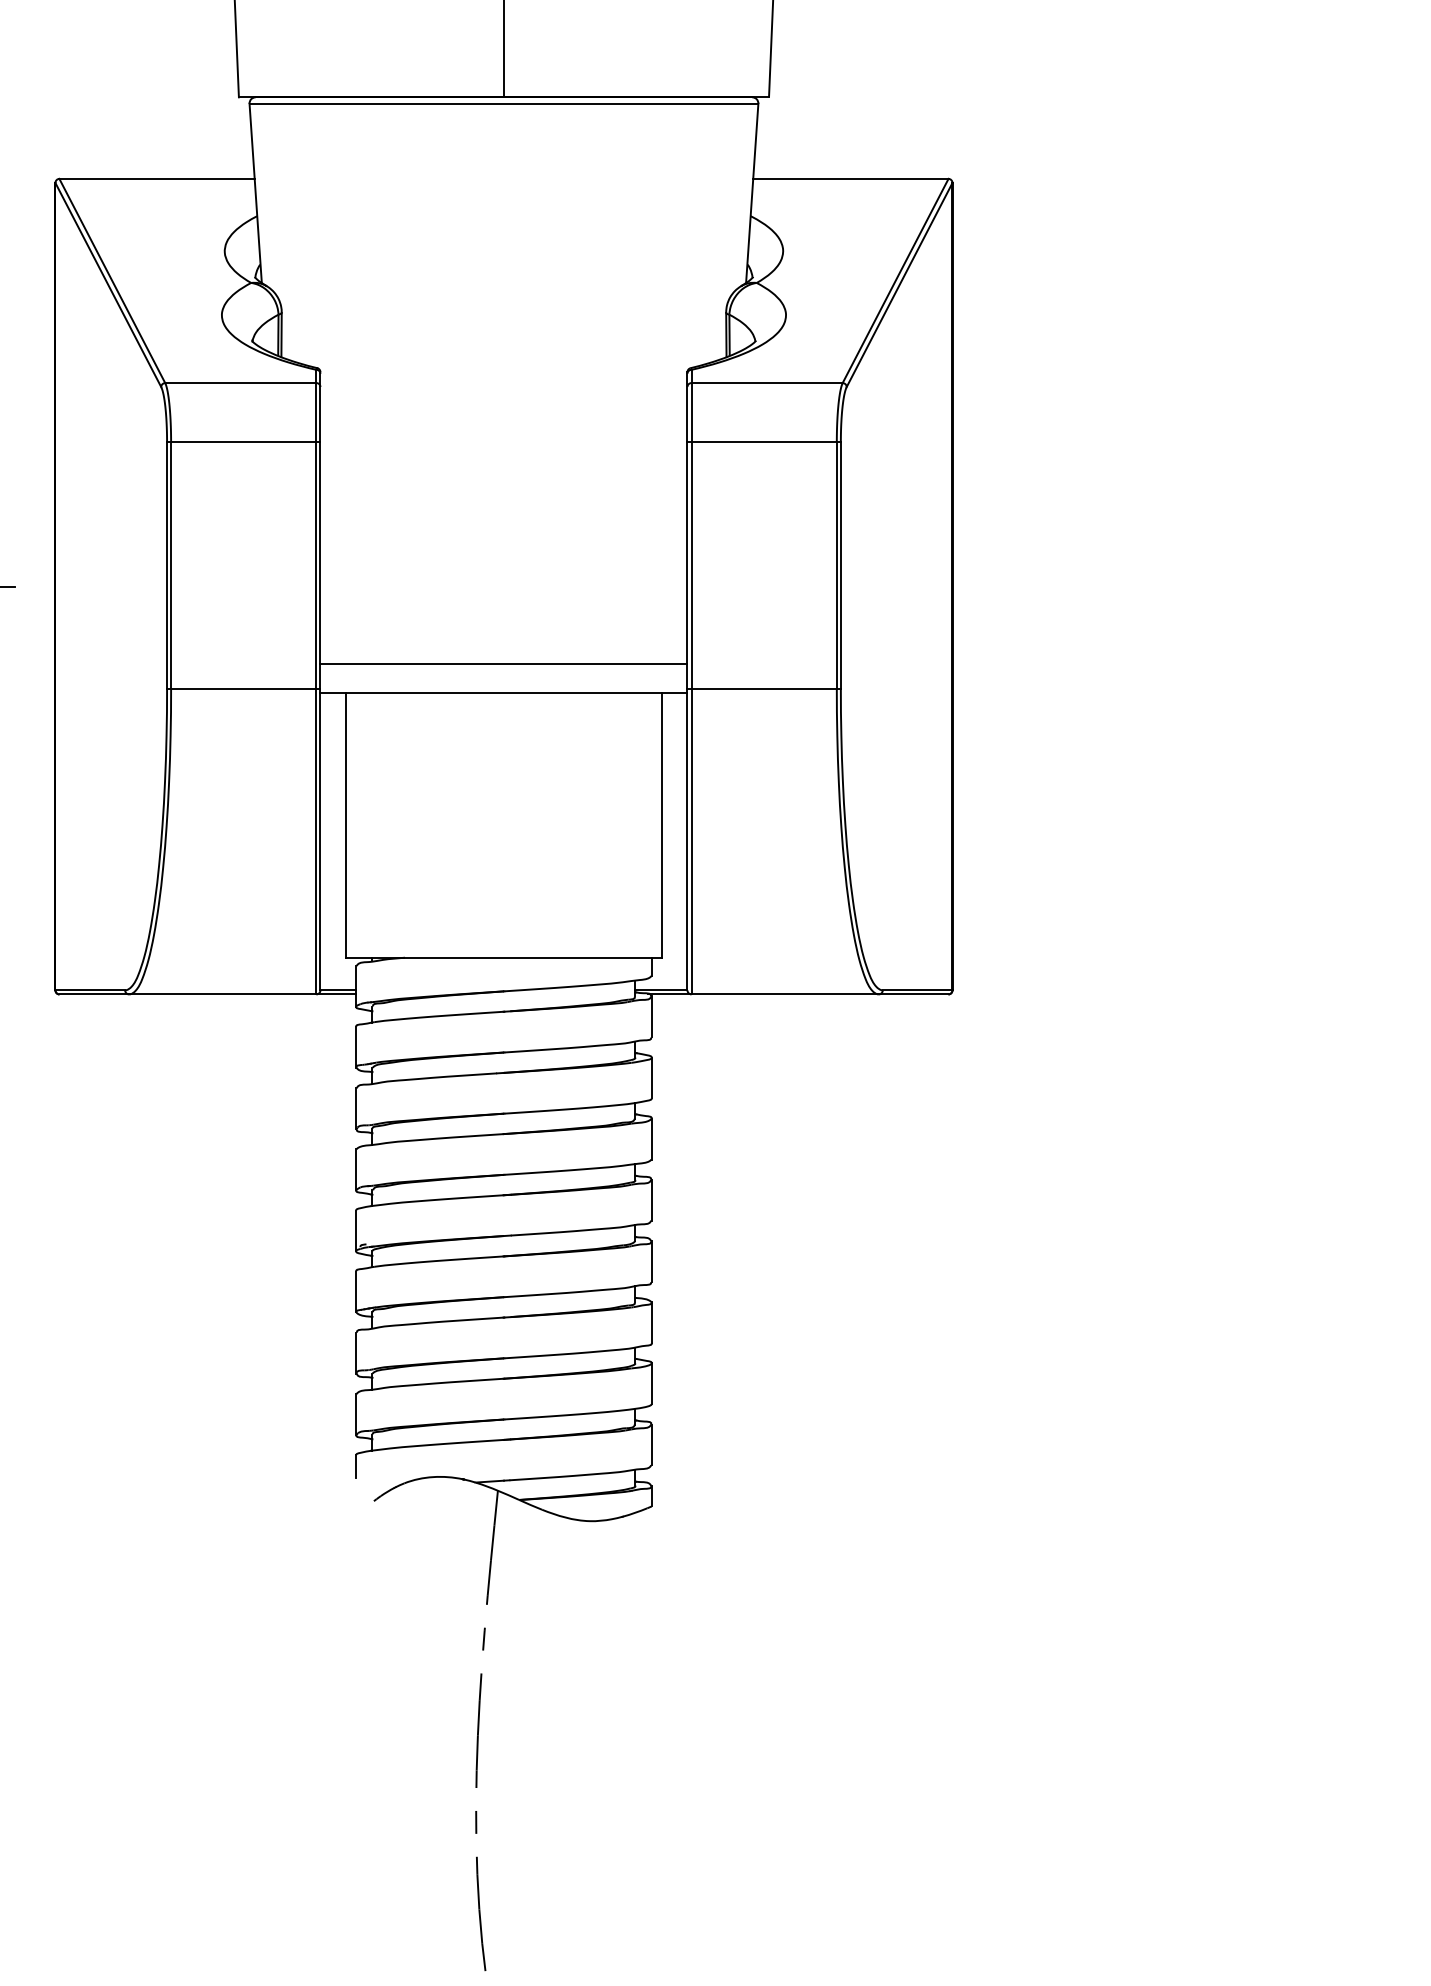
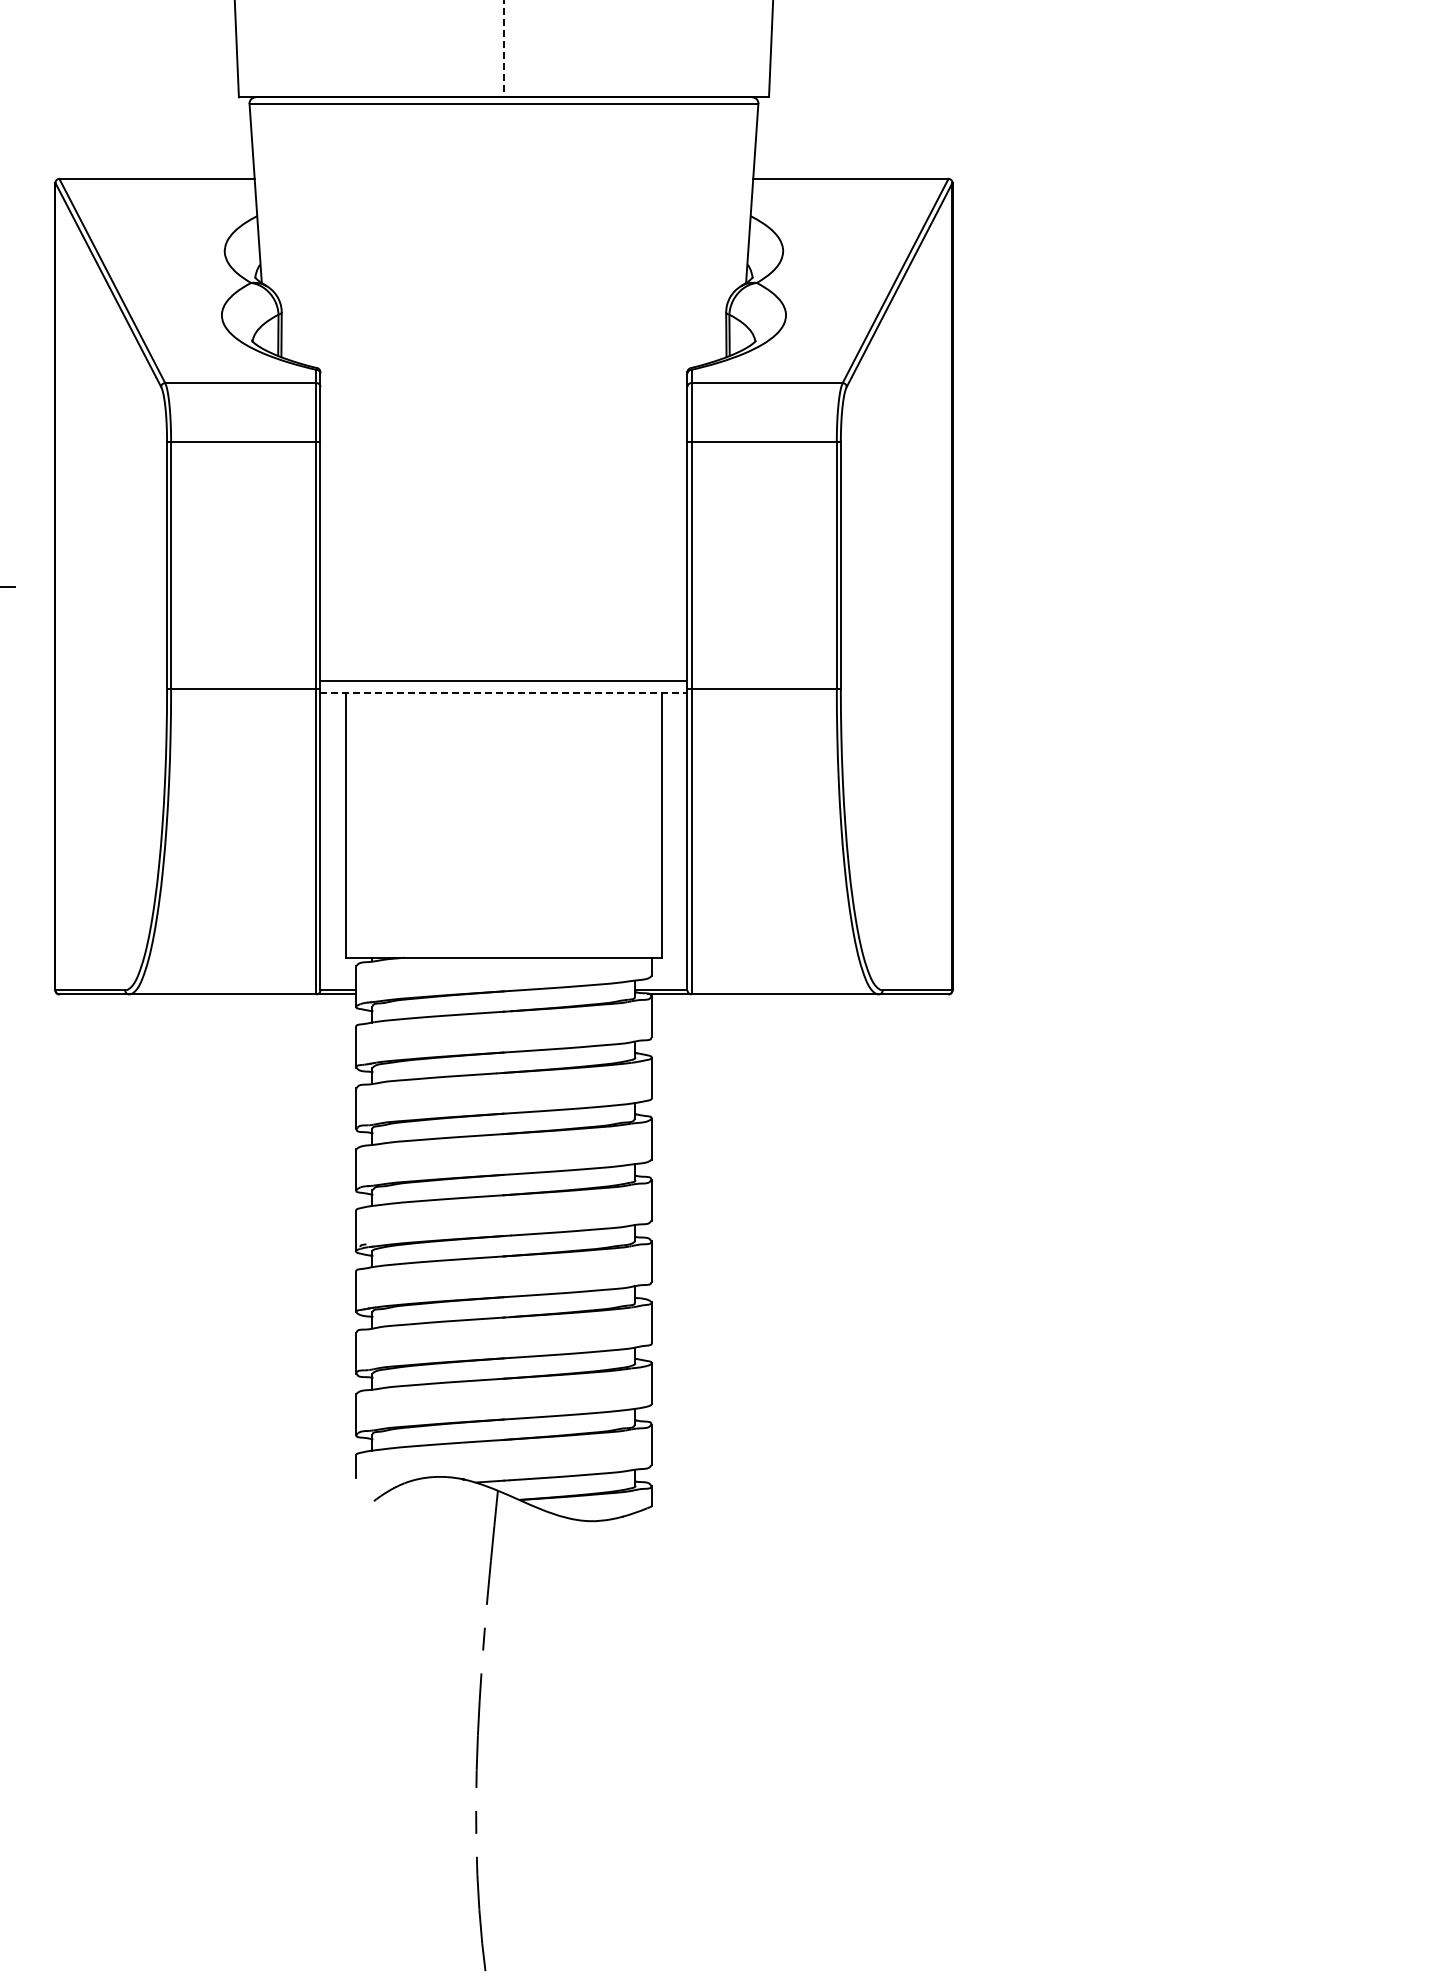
line at (503, 49): solid -> dashed
line at (503, 664) position: (503, 664) -> (503, 681)
line at (504, 692): solid -> dashed
